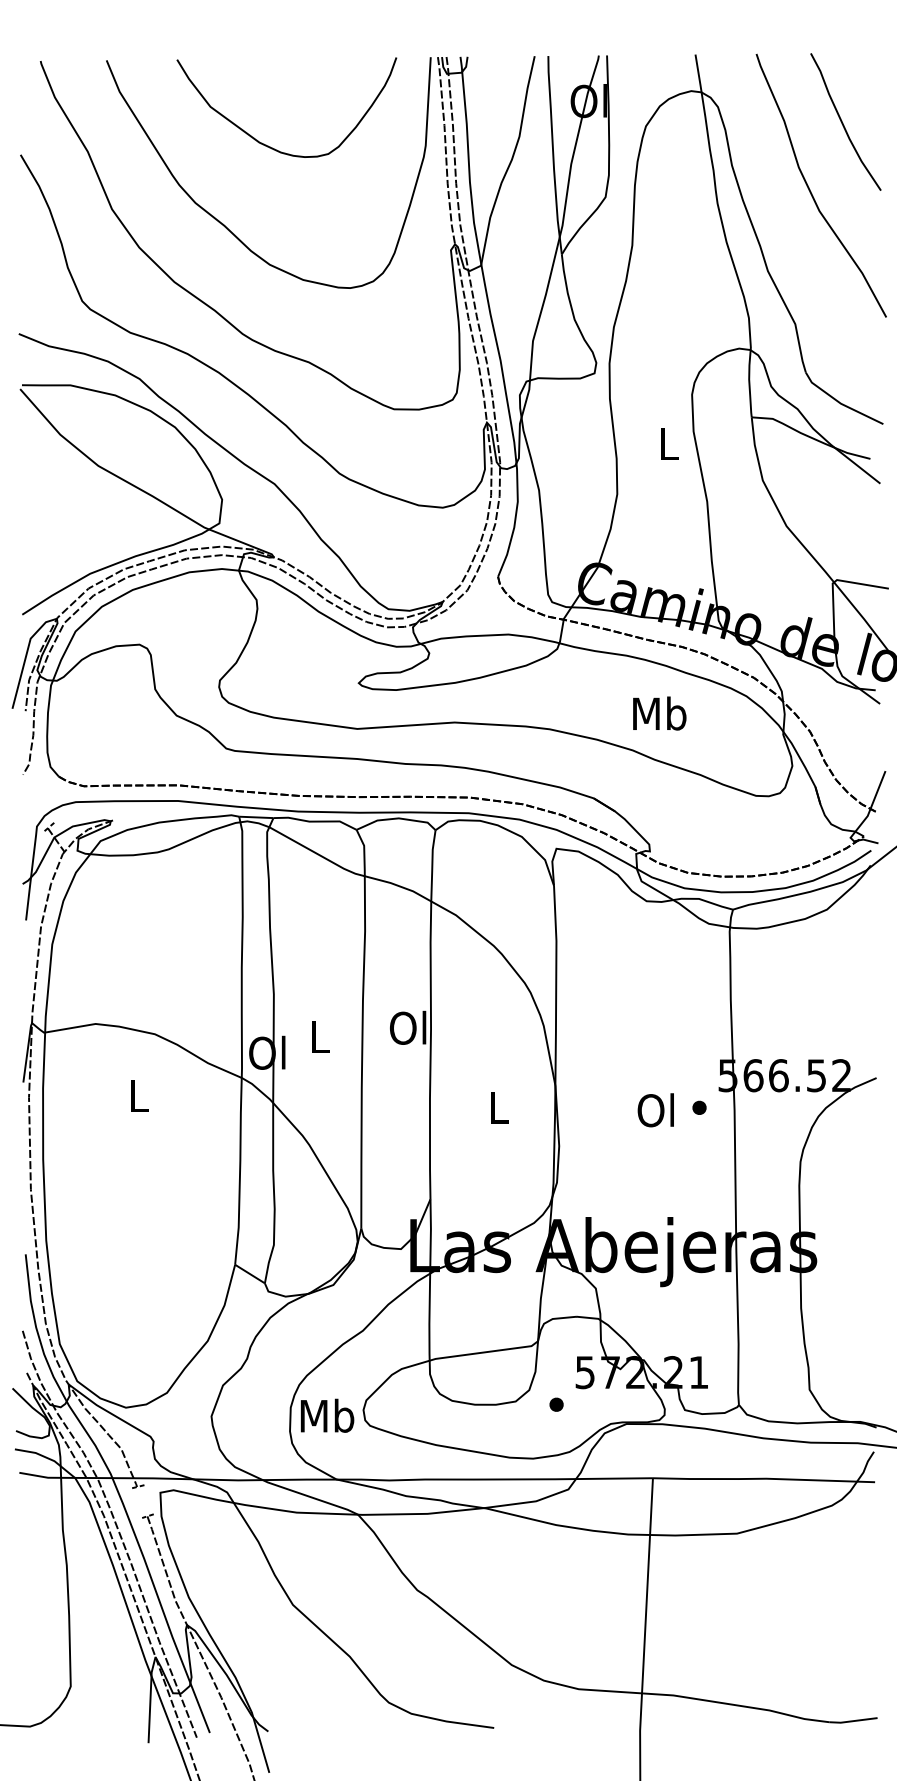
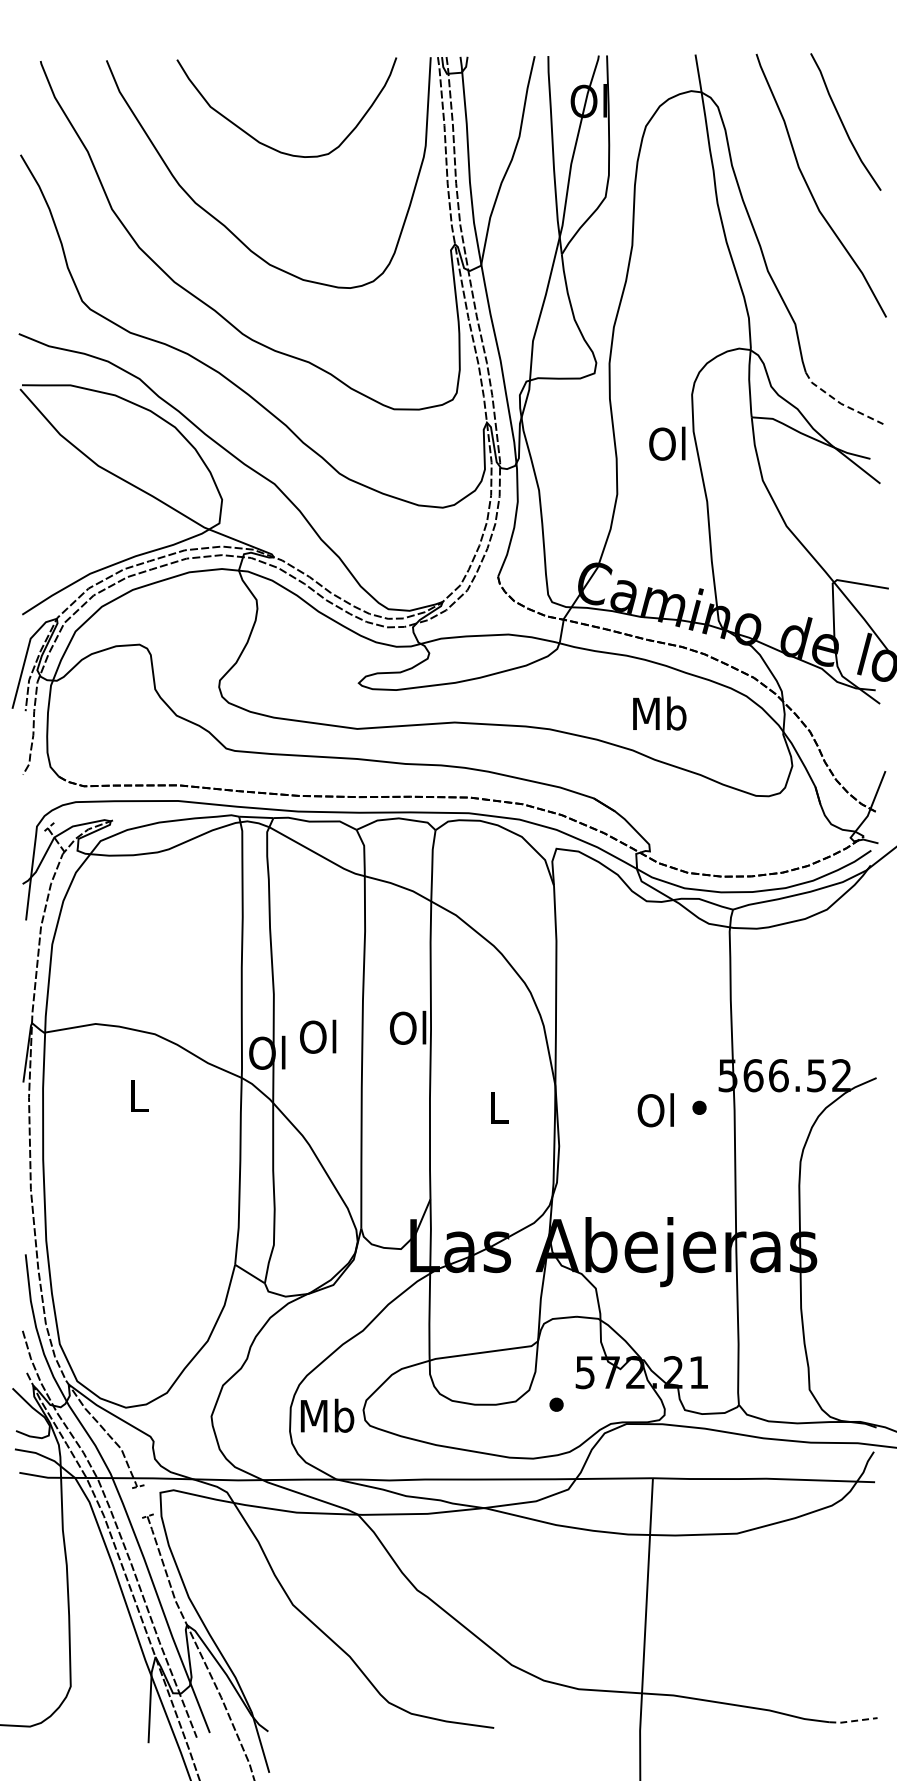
line at (841, 403): solid -> dashed
text at (667, 443): L -> Ol
text at (318, 1036): L -> Ol
line at (853, 1721): solid -> dashed
